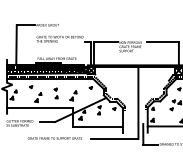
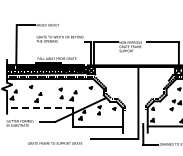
part at (55, 93) position: (55, 93) -> (60, 93)
line at (39, 107): solid -> dashed
text at (54, 138) position: (54, 138) -> (54, 143)
